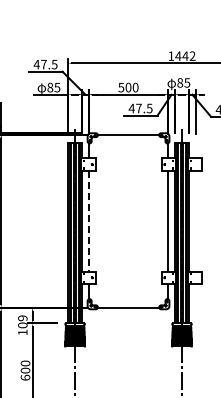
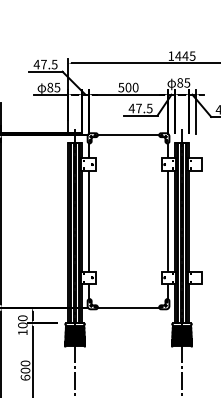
text at (192, 55): 1442 -> 1445
line at (89, 221): dashed -> solid
text at (22, 318): 109 -> 100
